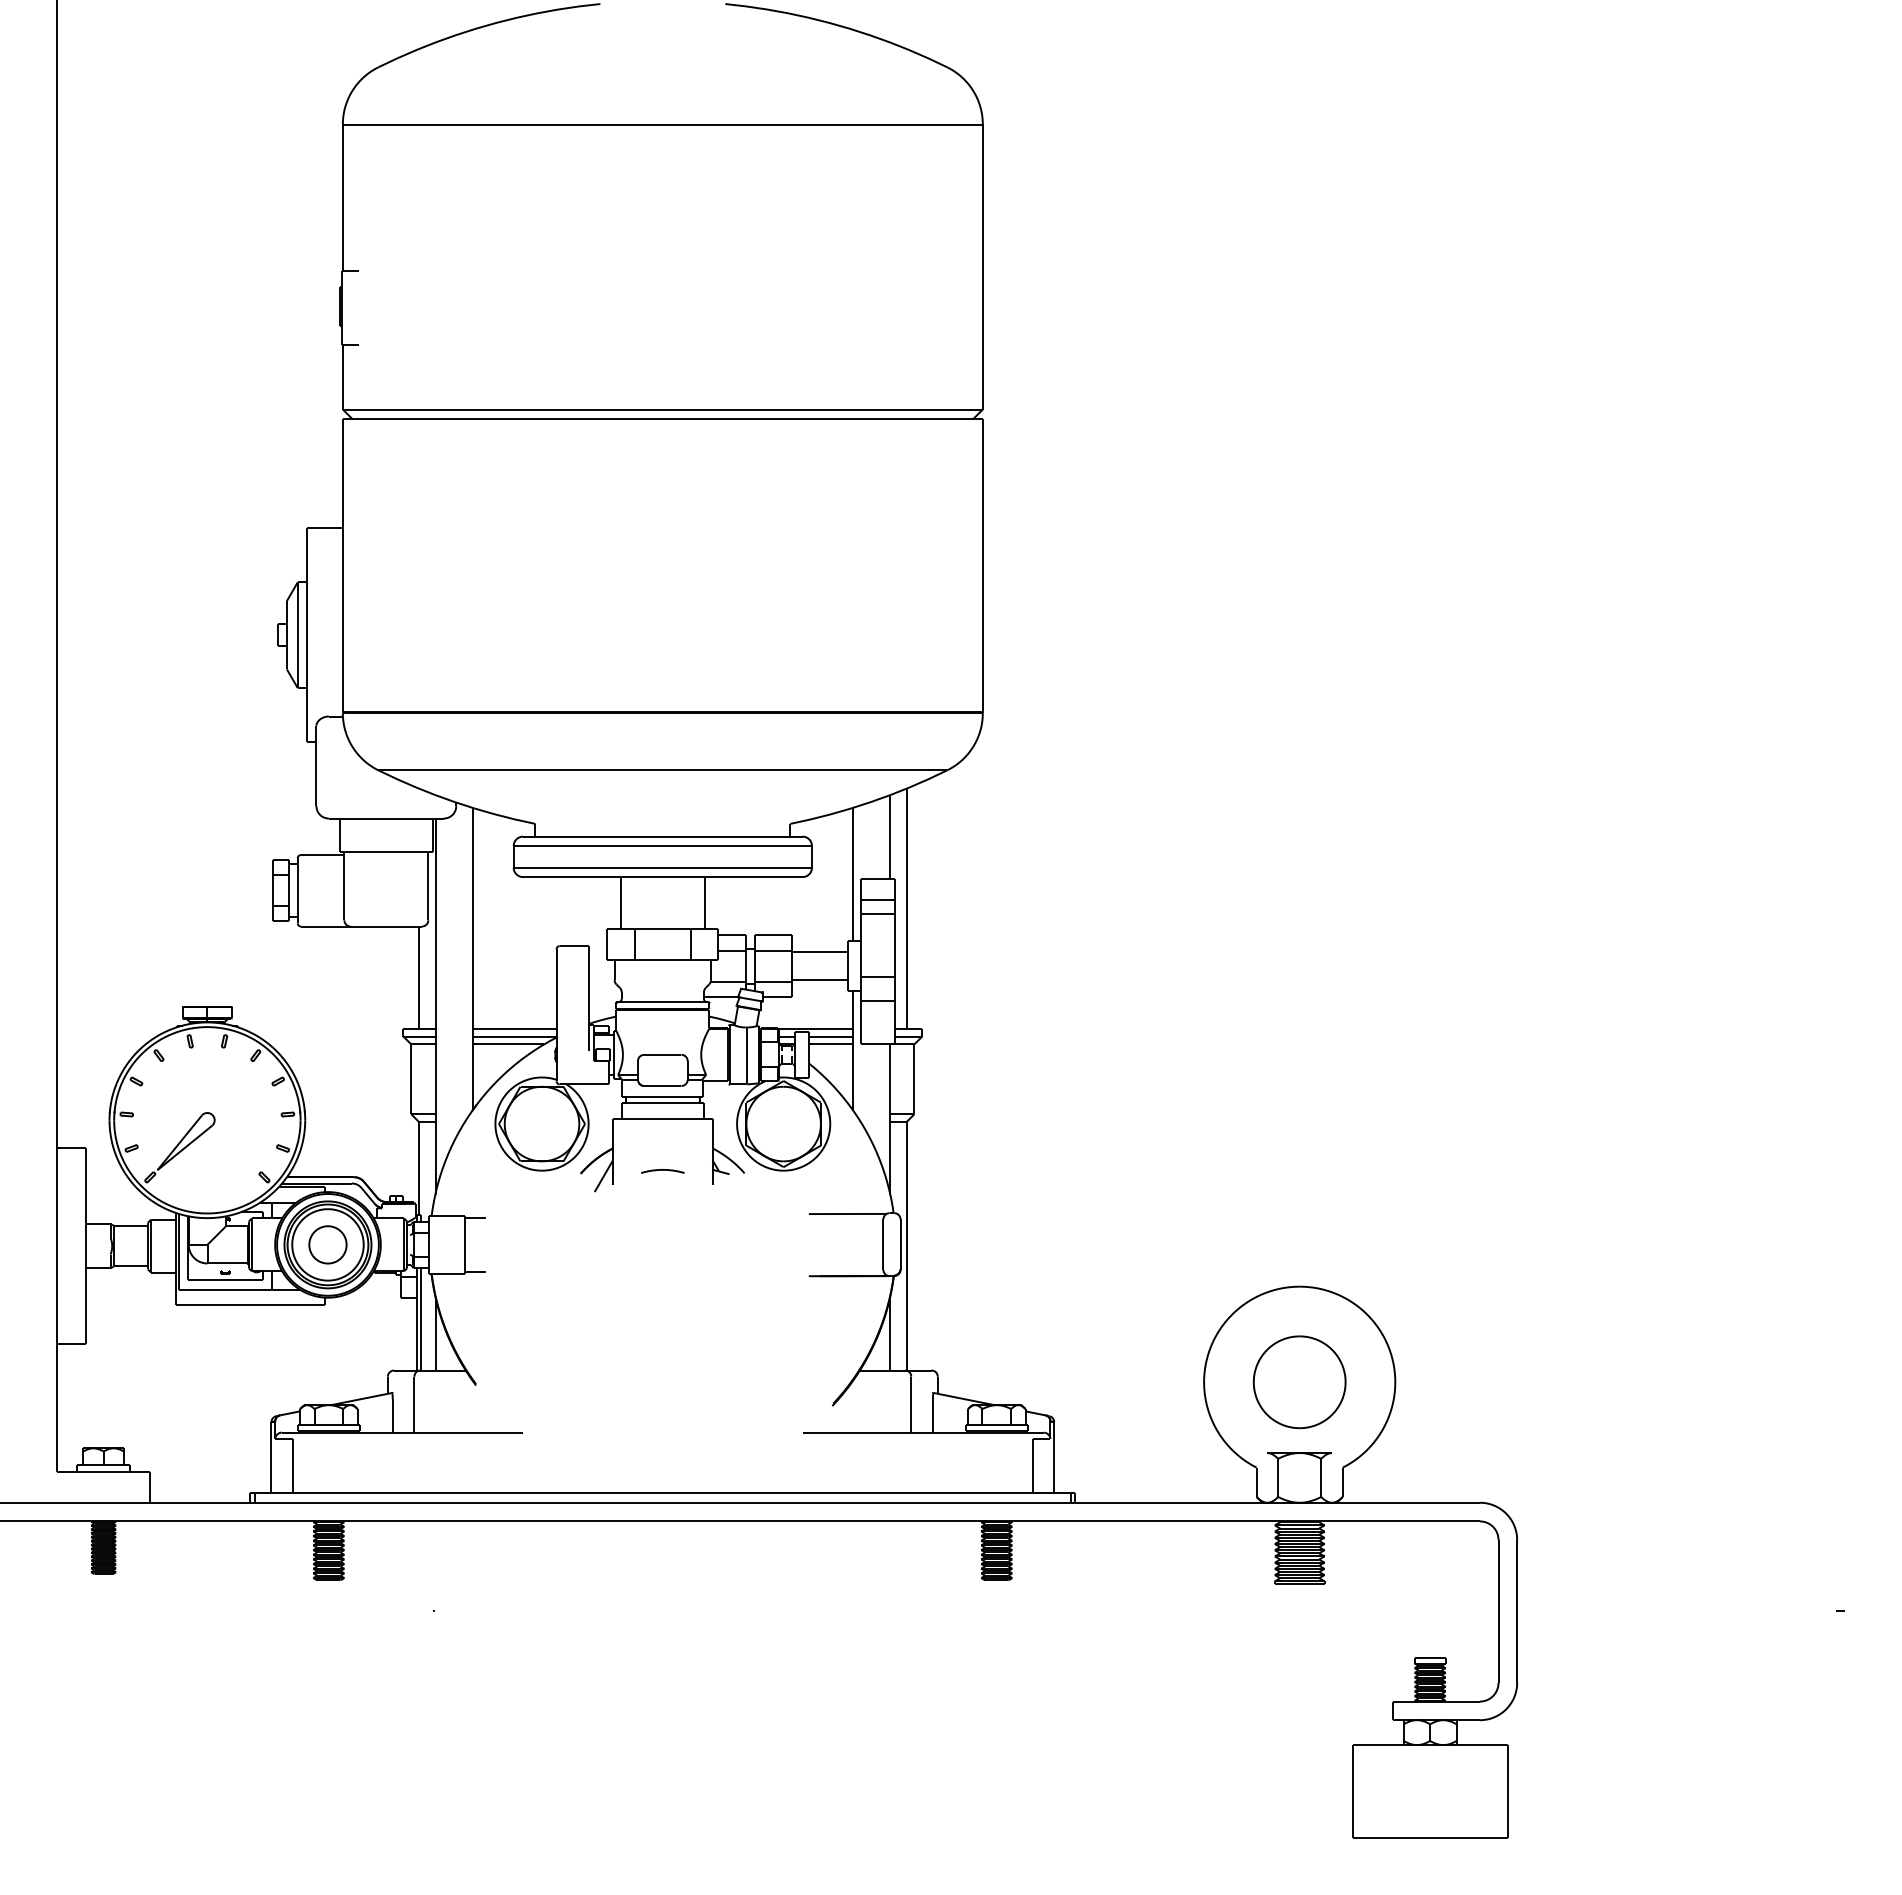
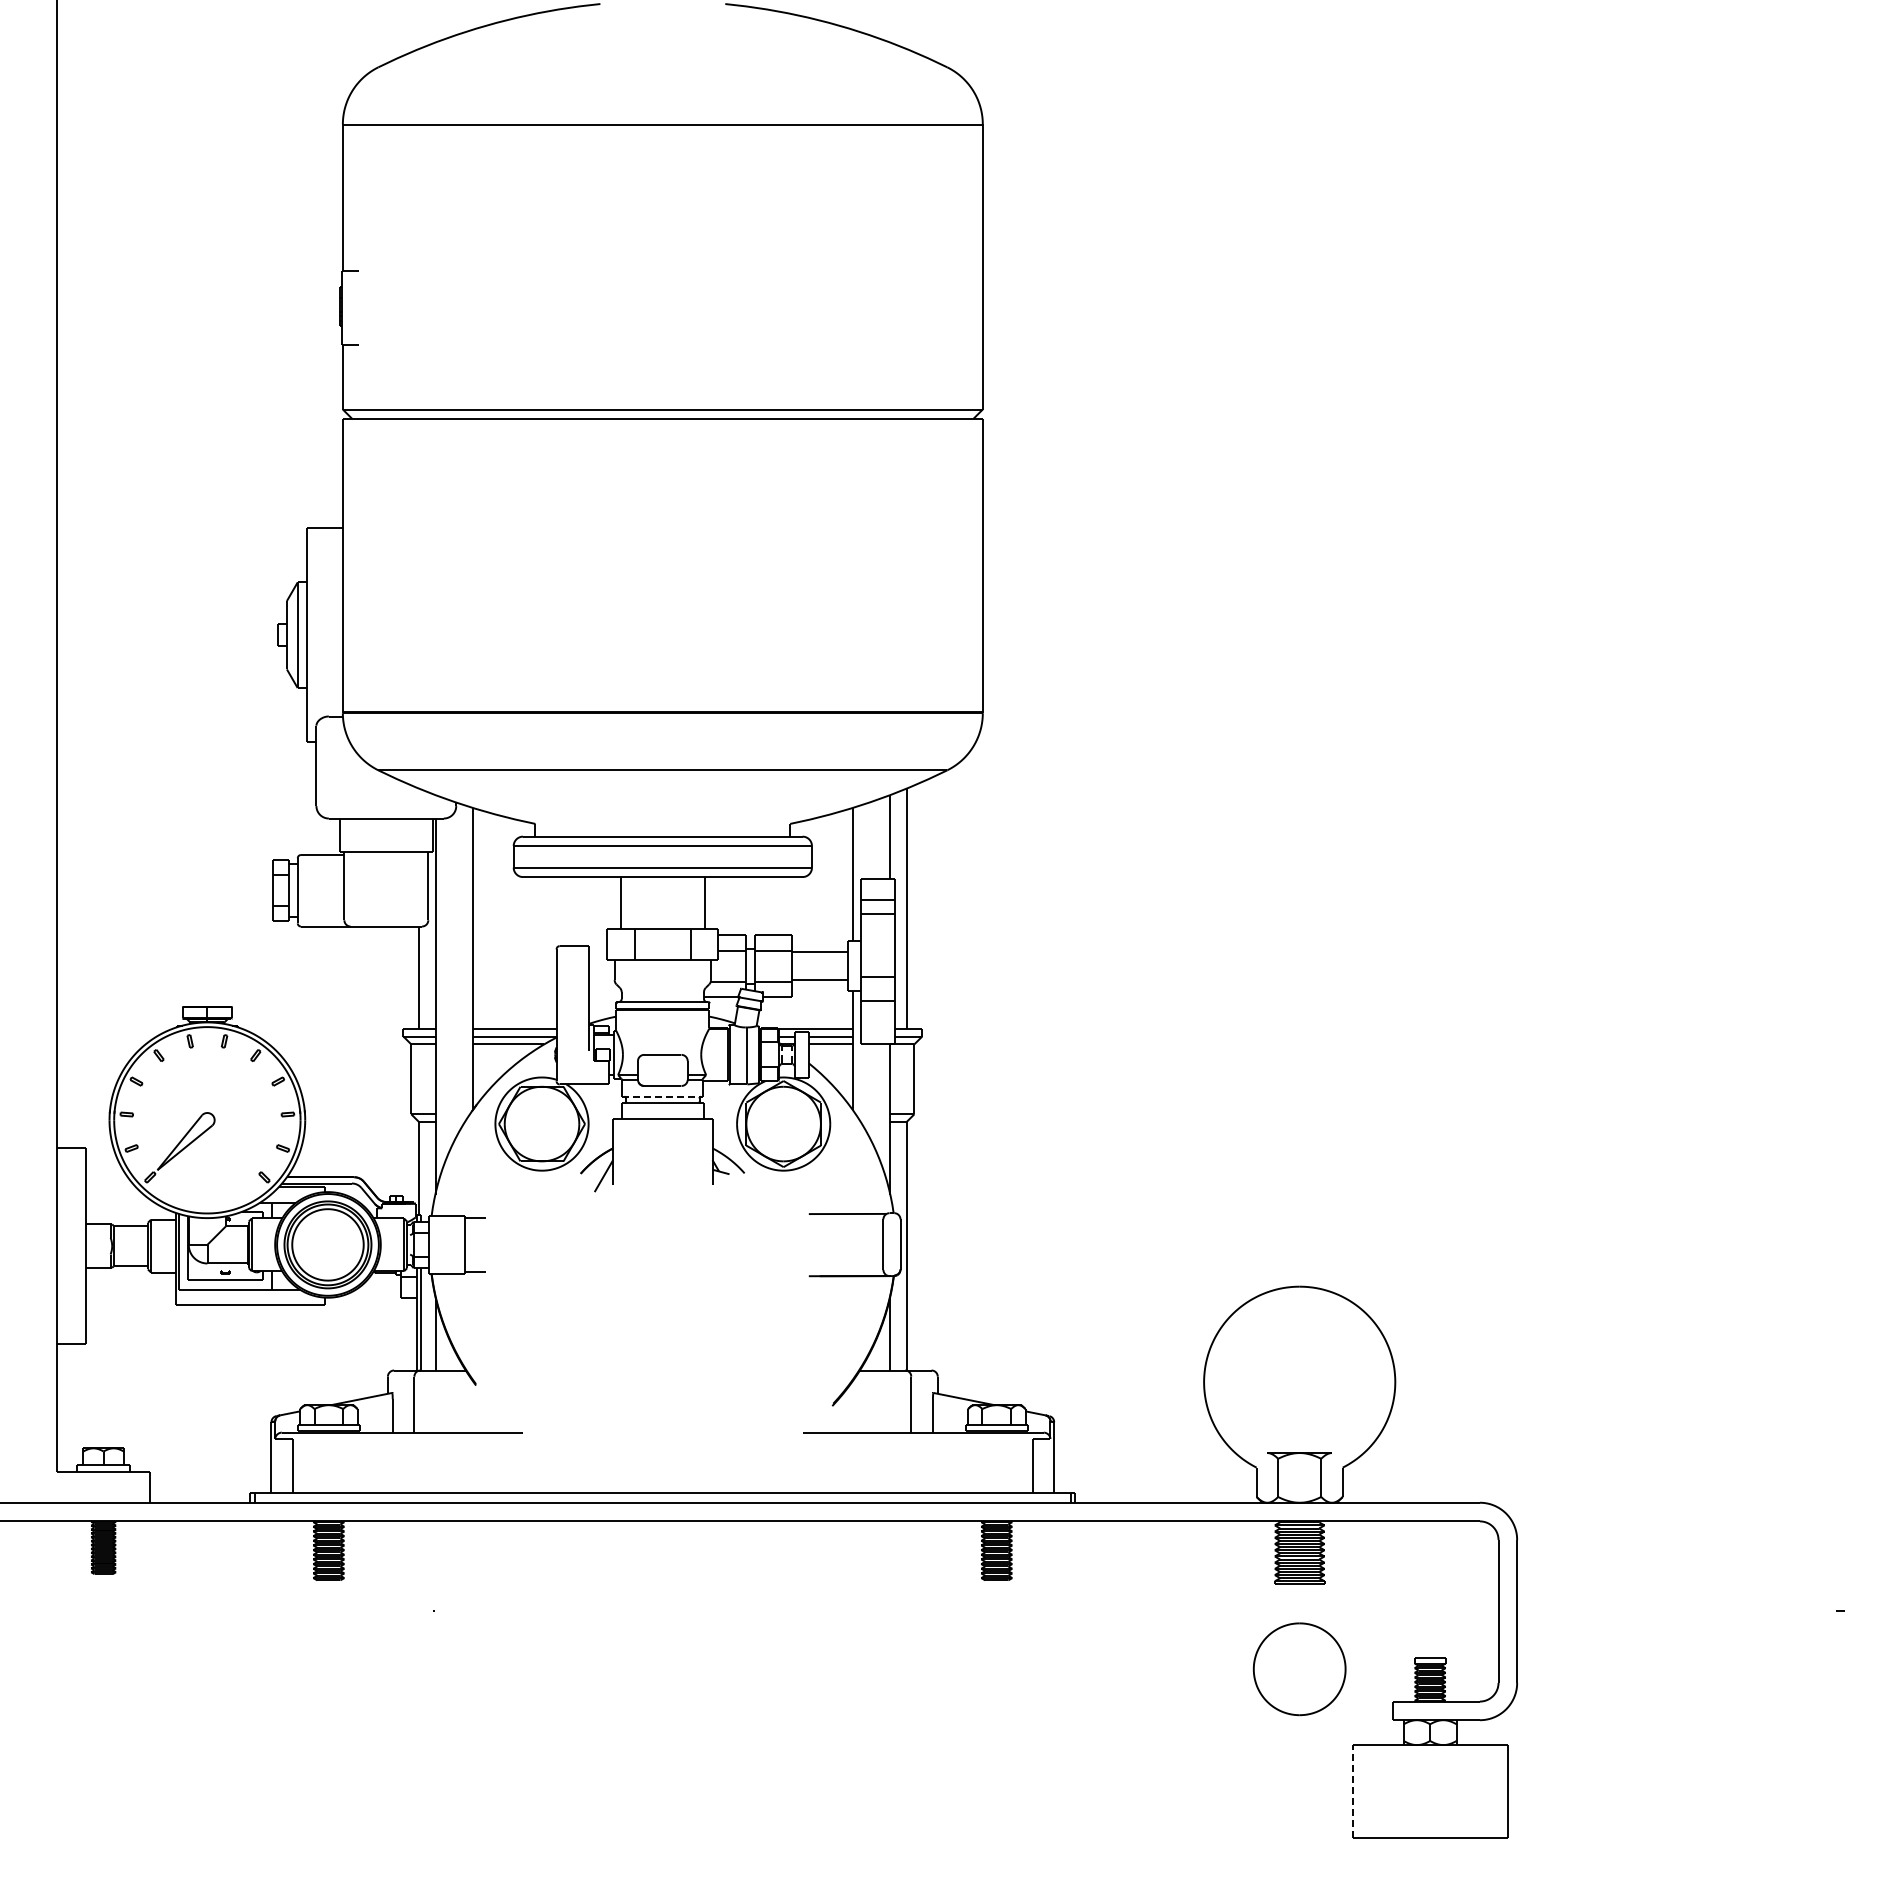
line at (663, 1096): solid -> dashed
curve at (662, 1170): present -> none
part at (327, 1244): present -> none
part at (1299, 1382) position: (1299, 1382) -> (1299, 1669)
line at (1352, 1791): solid -> dashed
